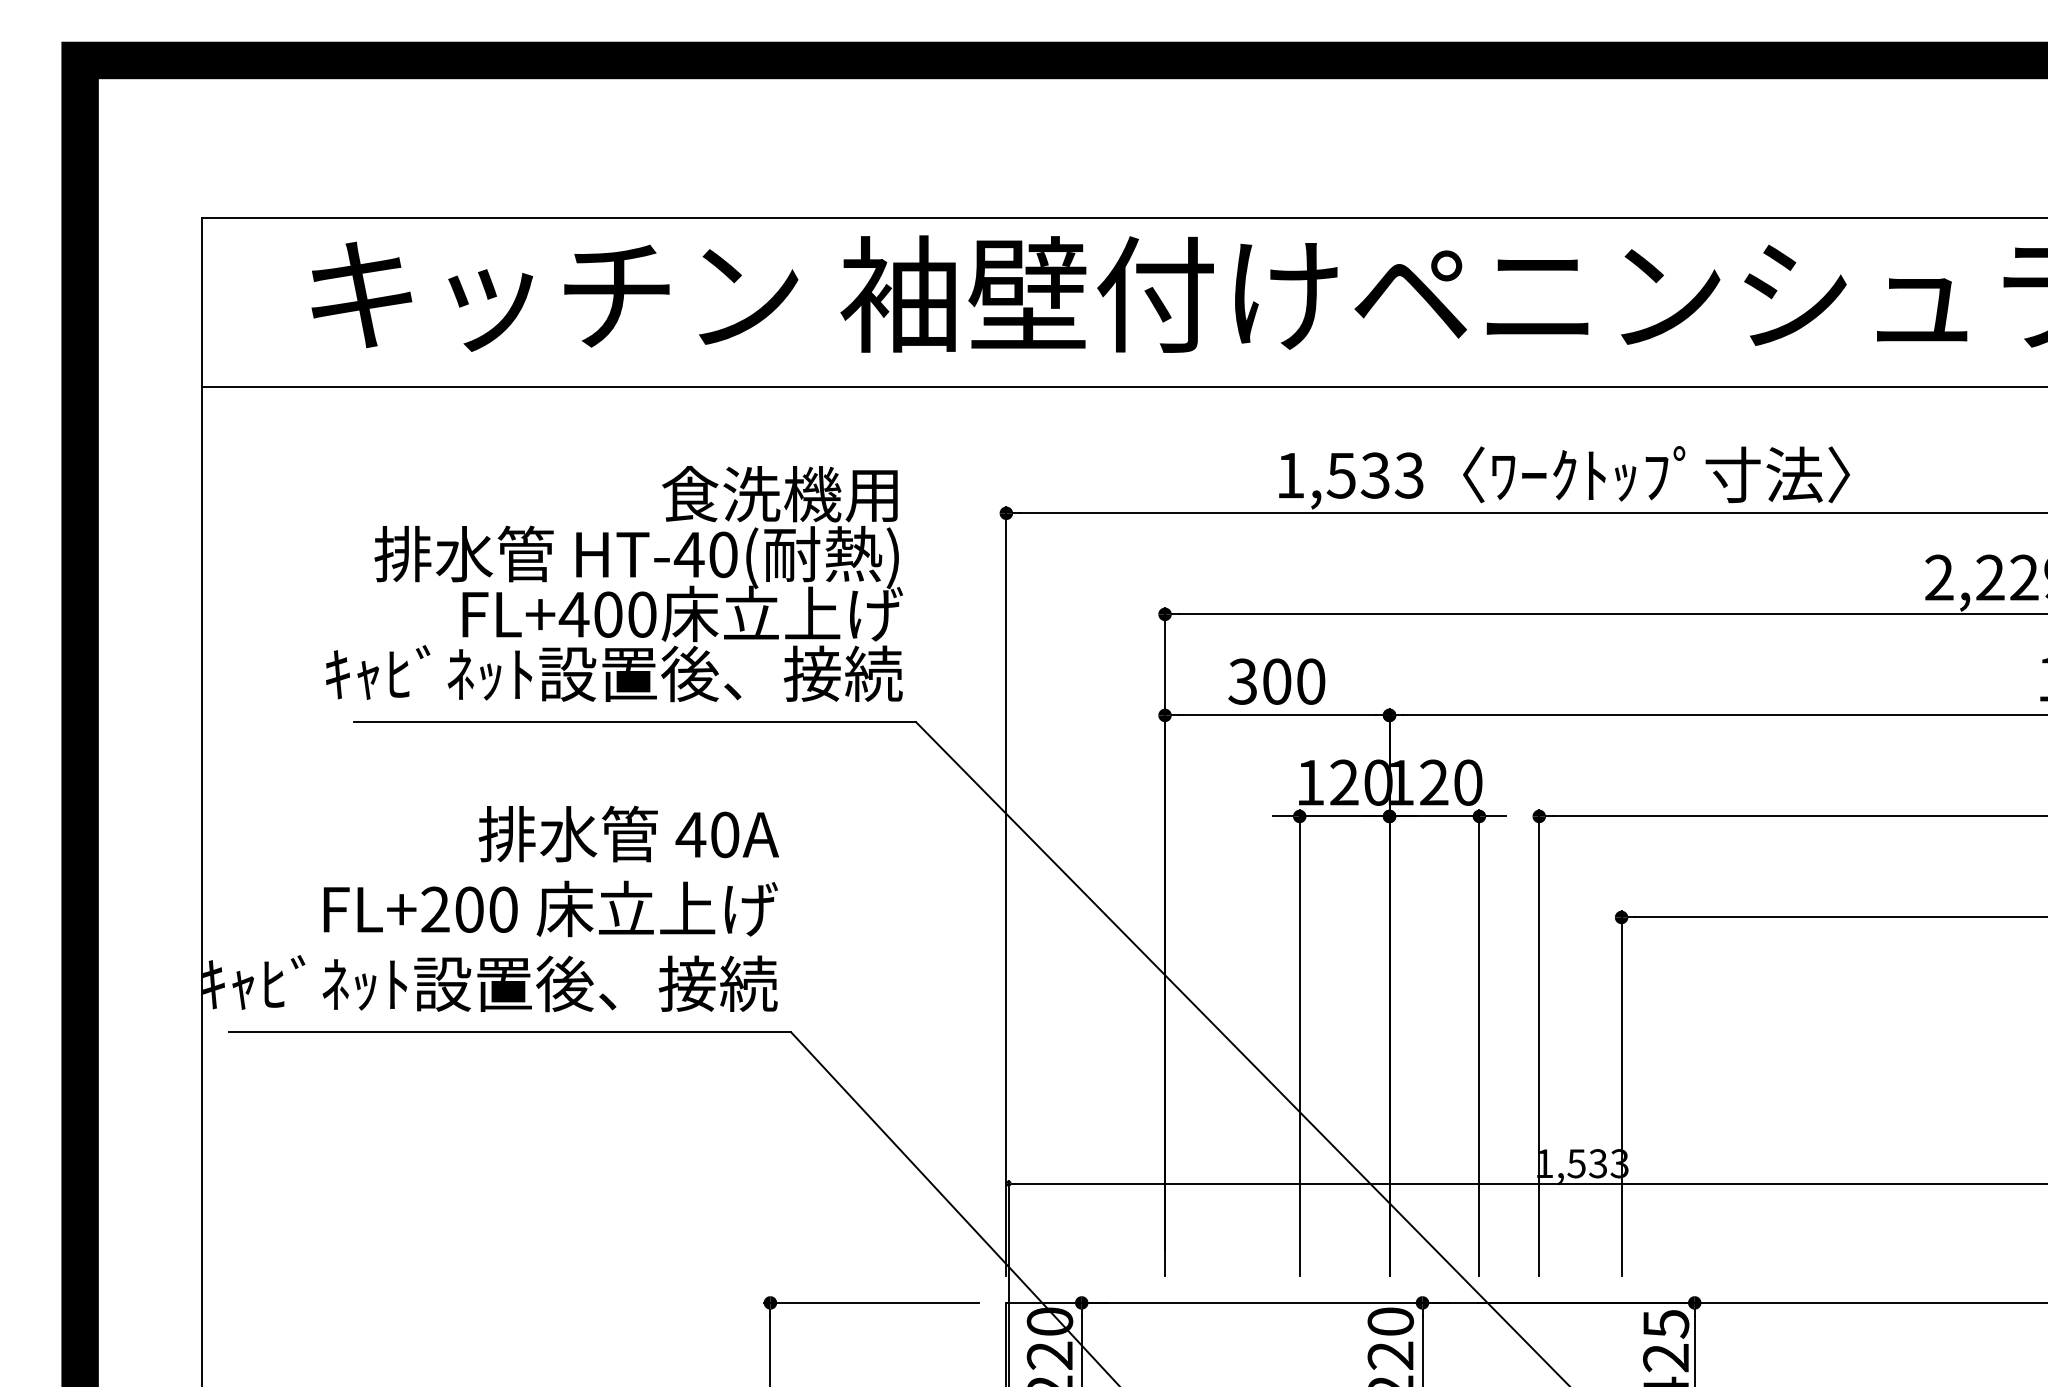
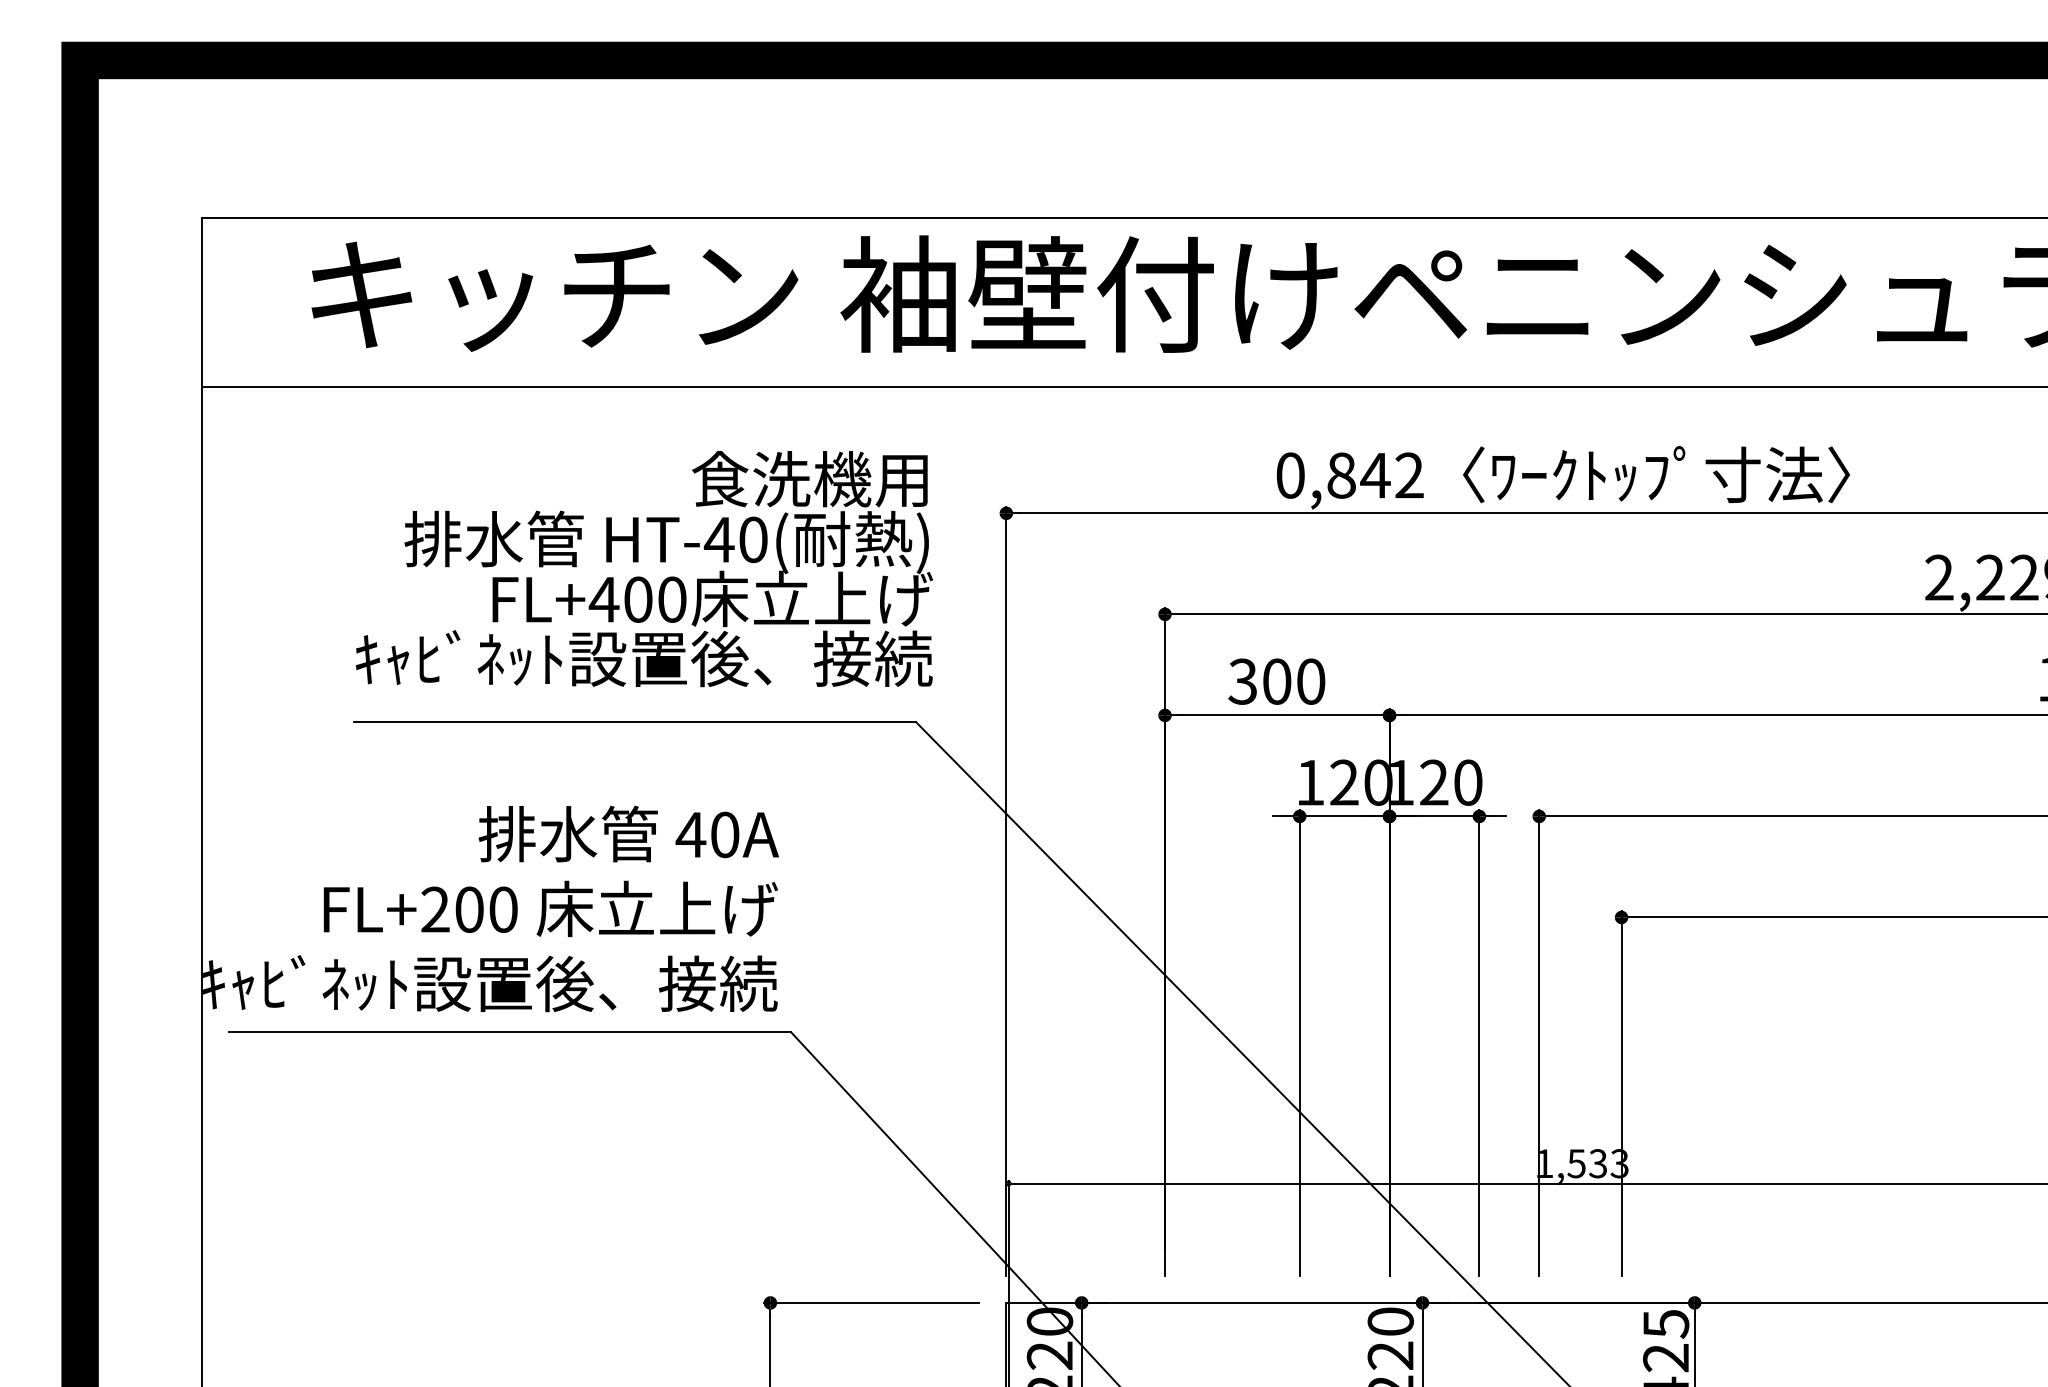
text at (1349, 475): 1,533 -> 0,842
text at (614, 584) position: (614, 584) -> (644, 569)
